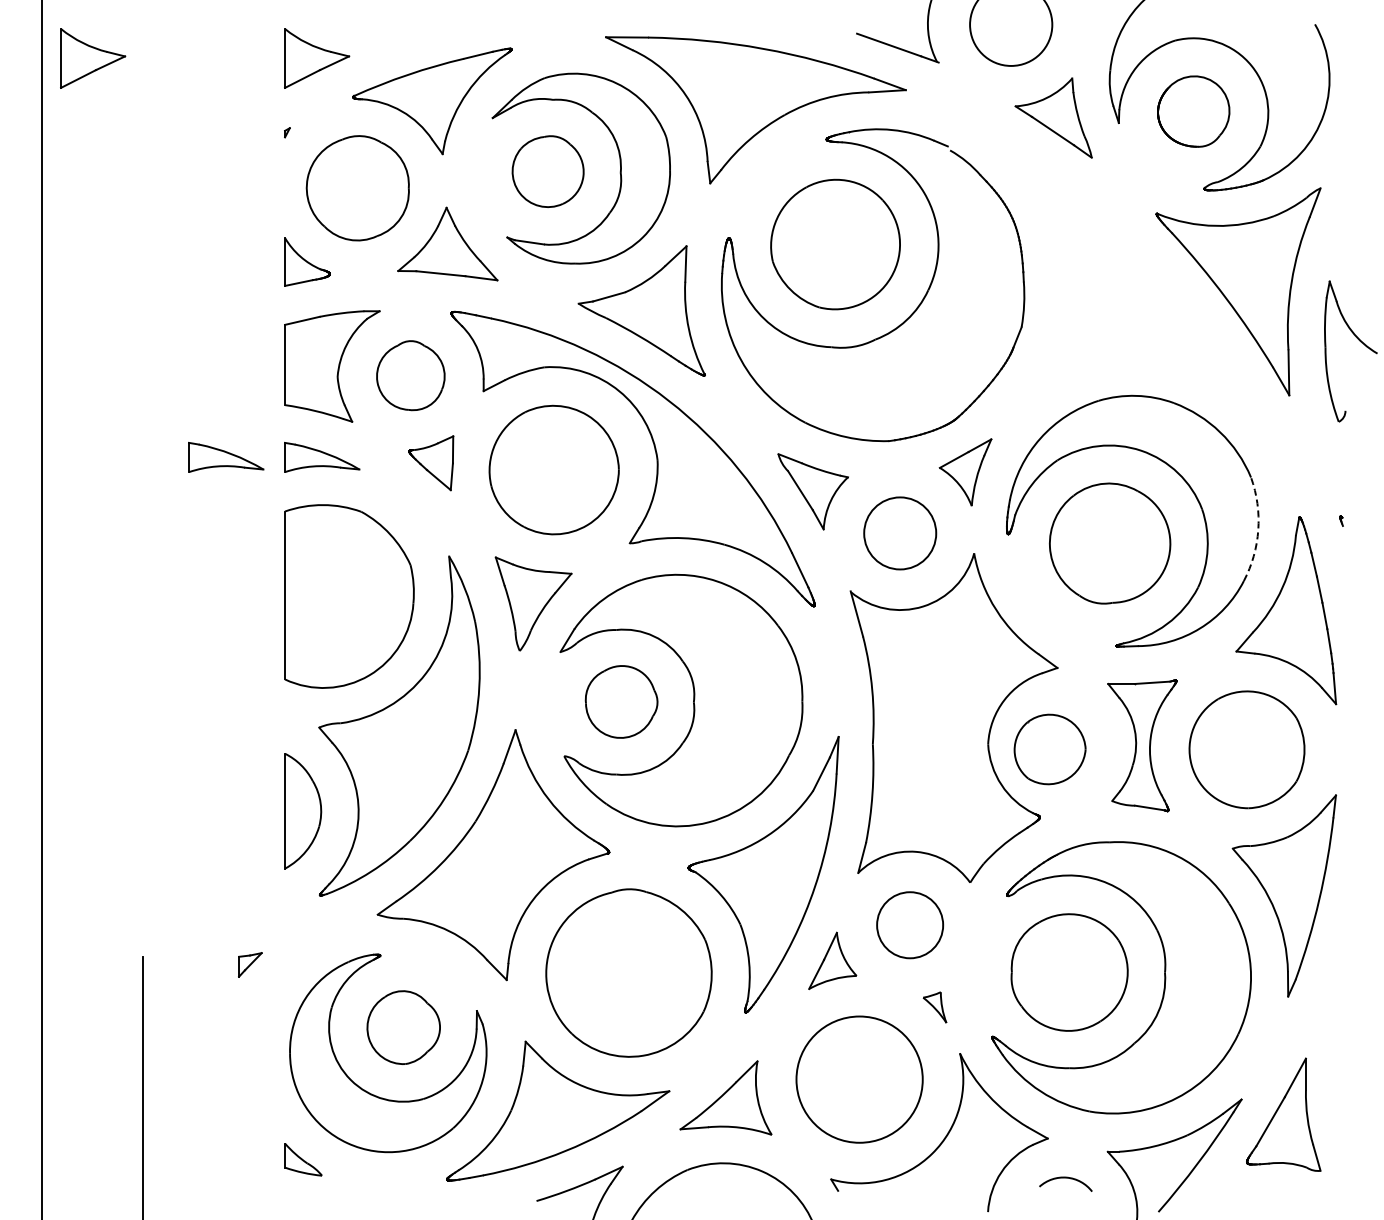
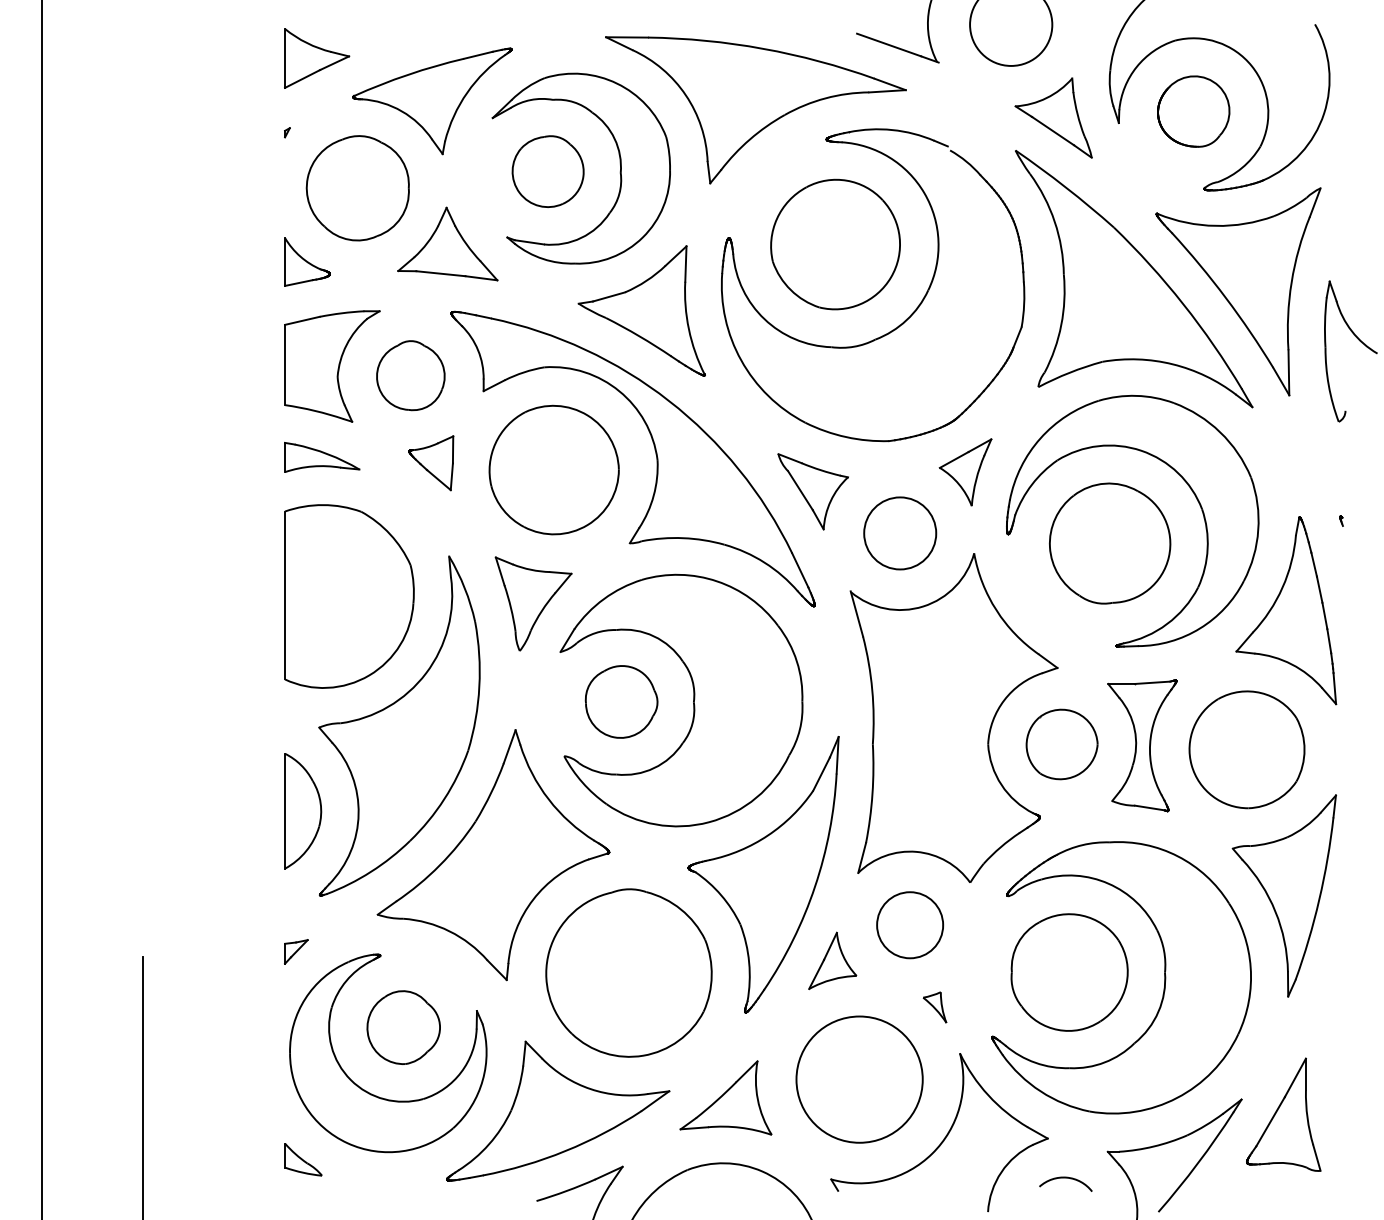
part at (93, 58): present -> none
part at (1134, 279): none -> present
part at (226, 457): present -> none
arc at (1258, 530): dashed -> solid
part at (1049, 749) position: (1049, 749) -> (1061, 744)
part at (250, 964) position: (250, 964) -> (296, 951)
